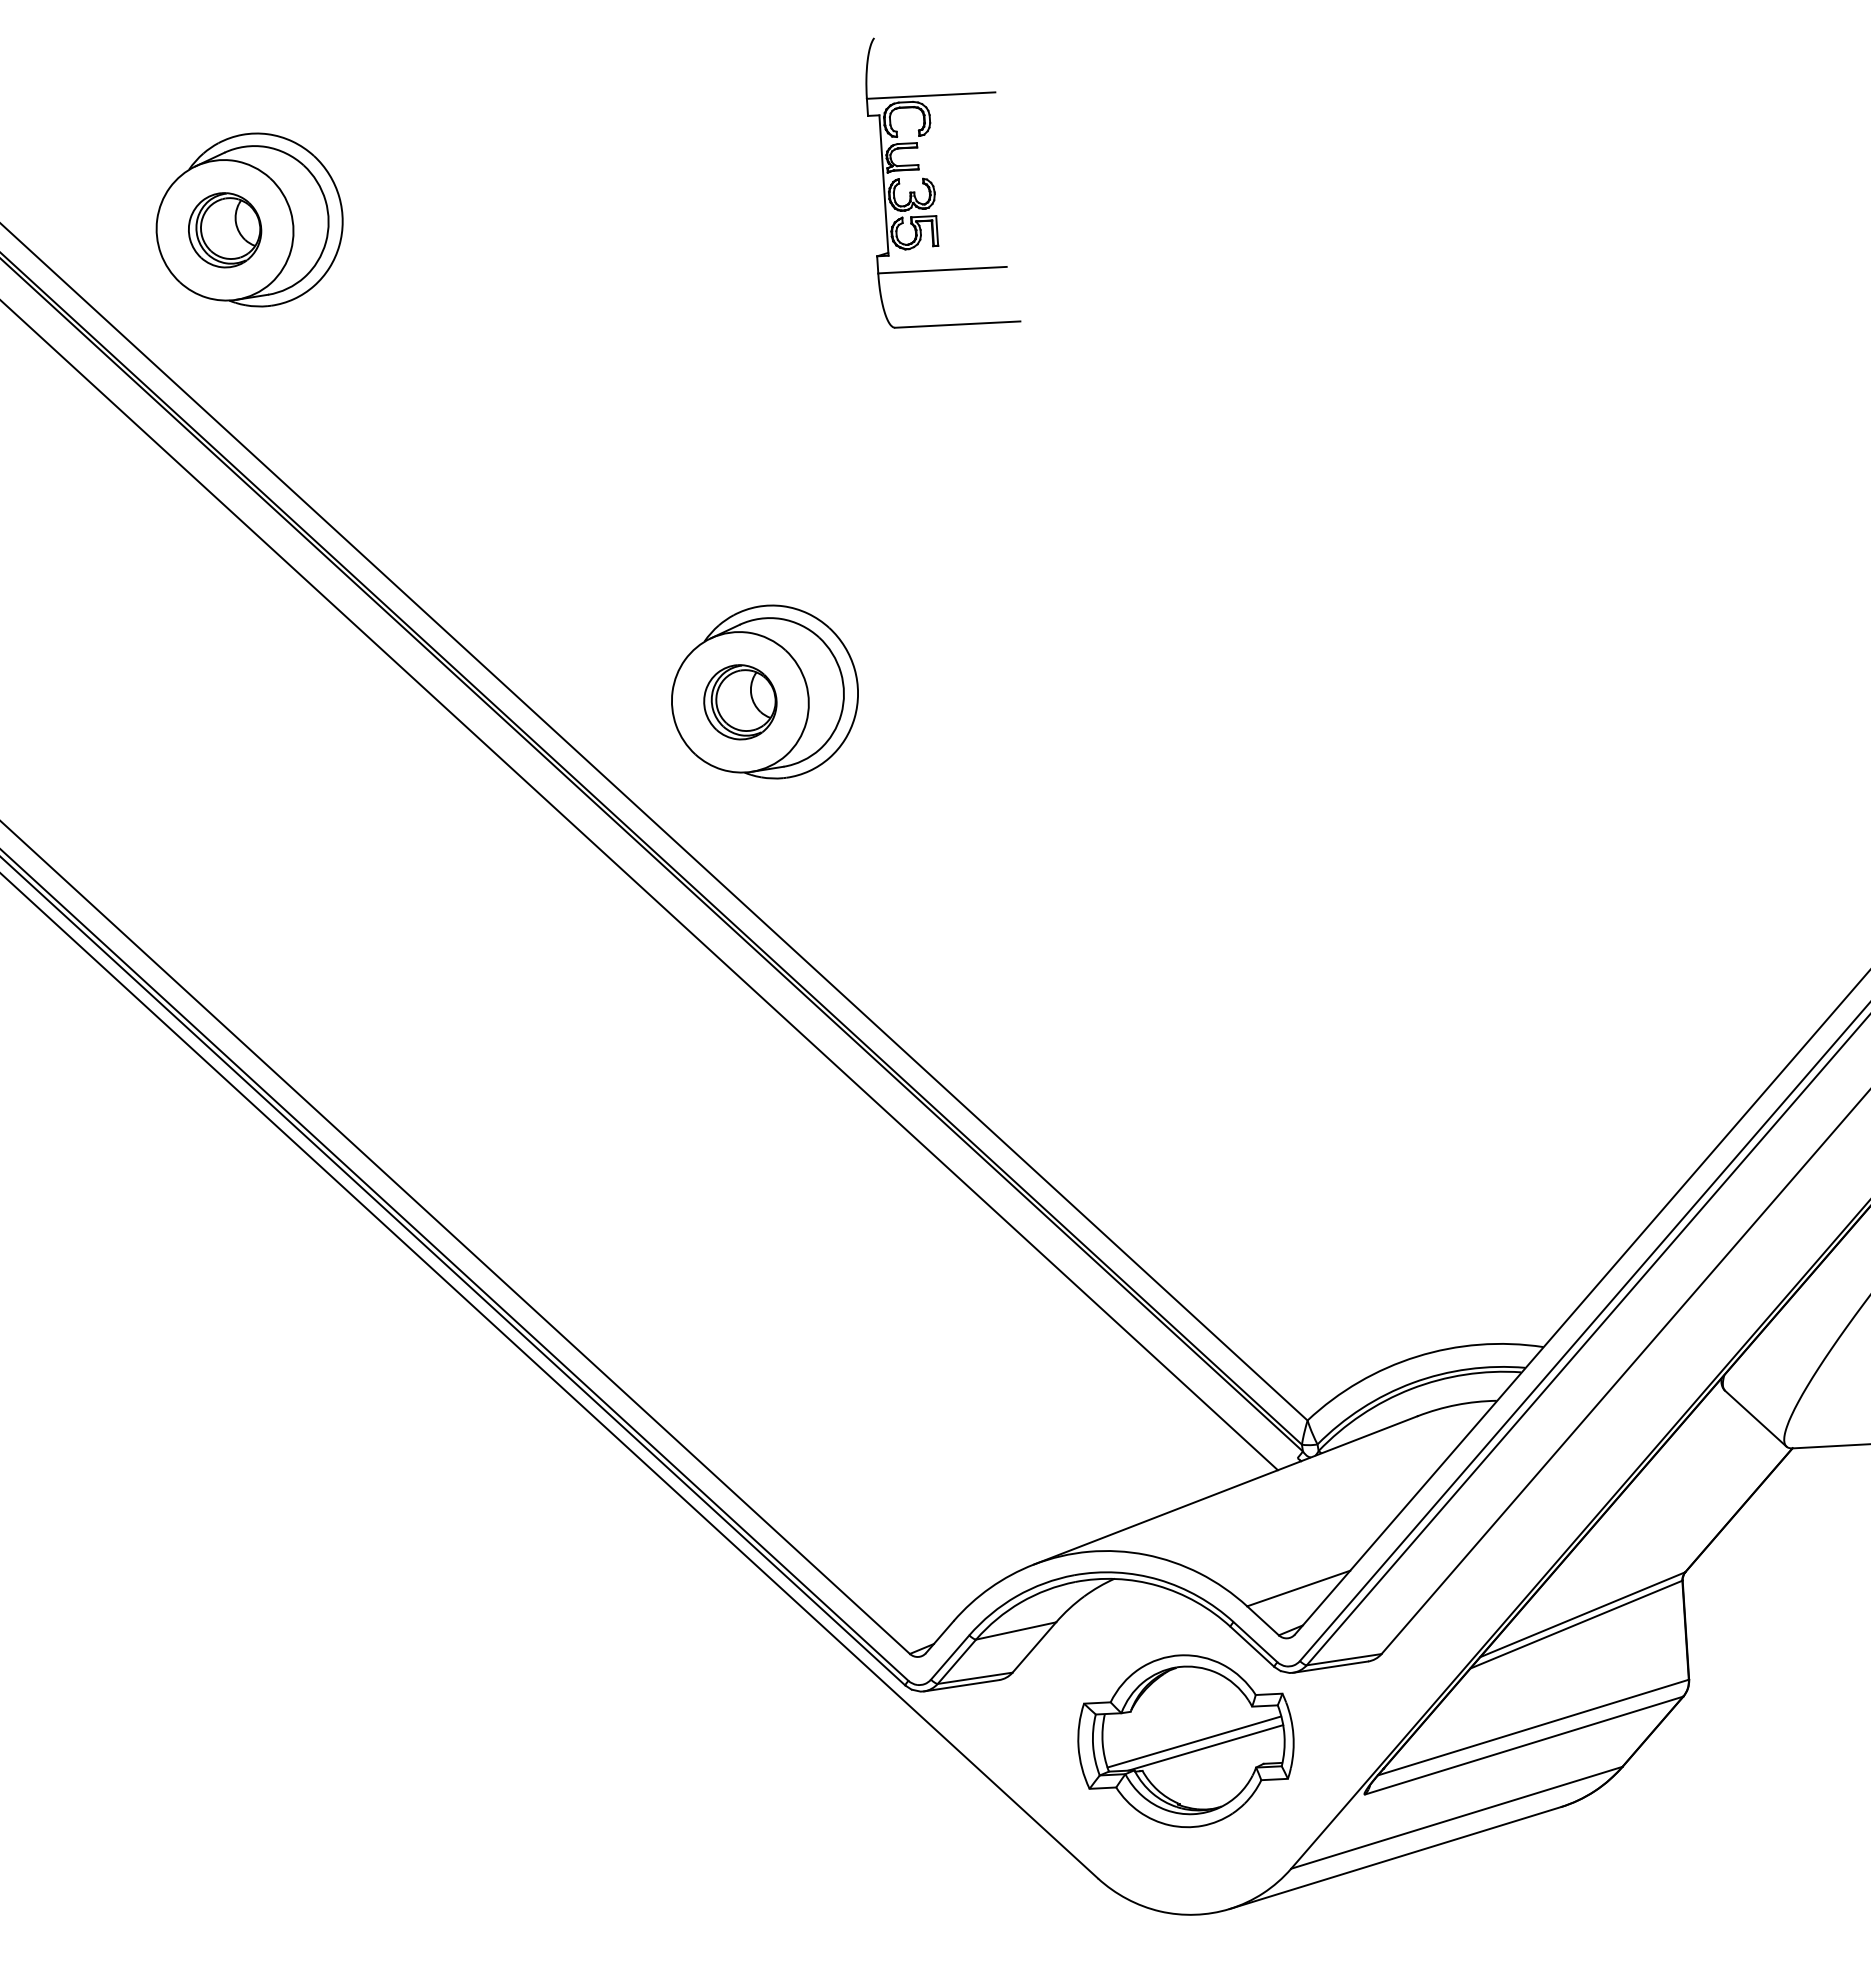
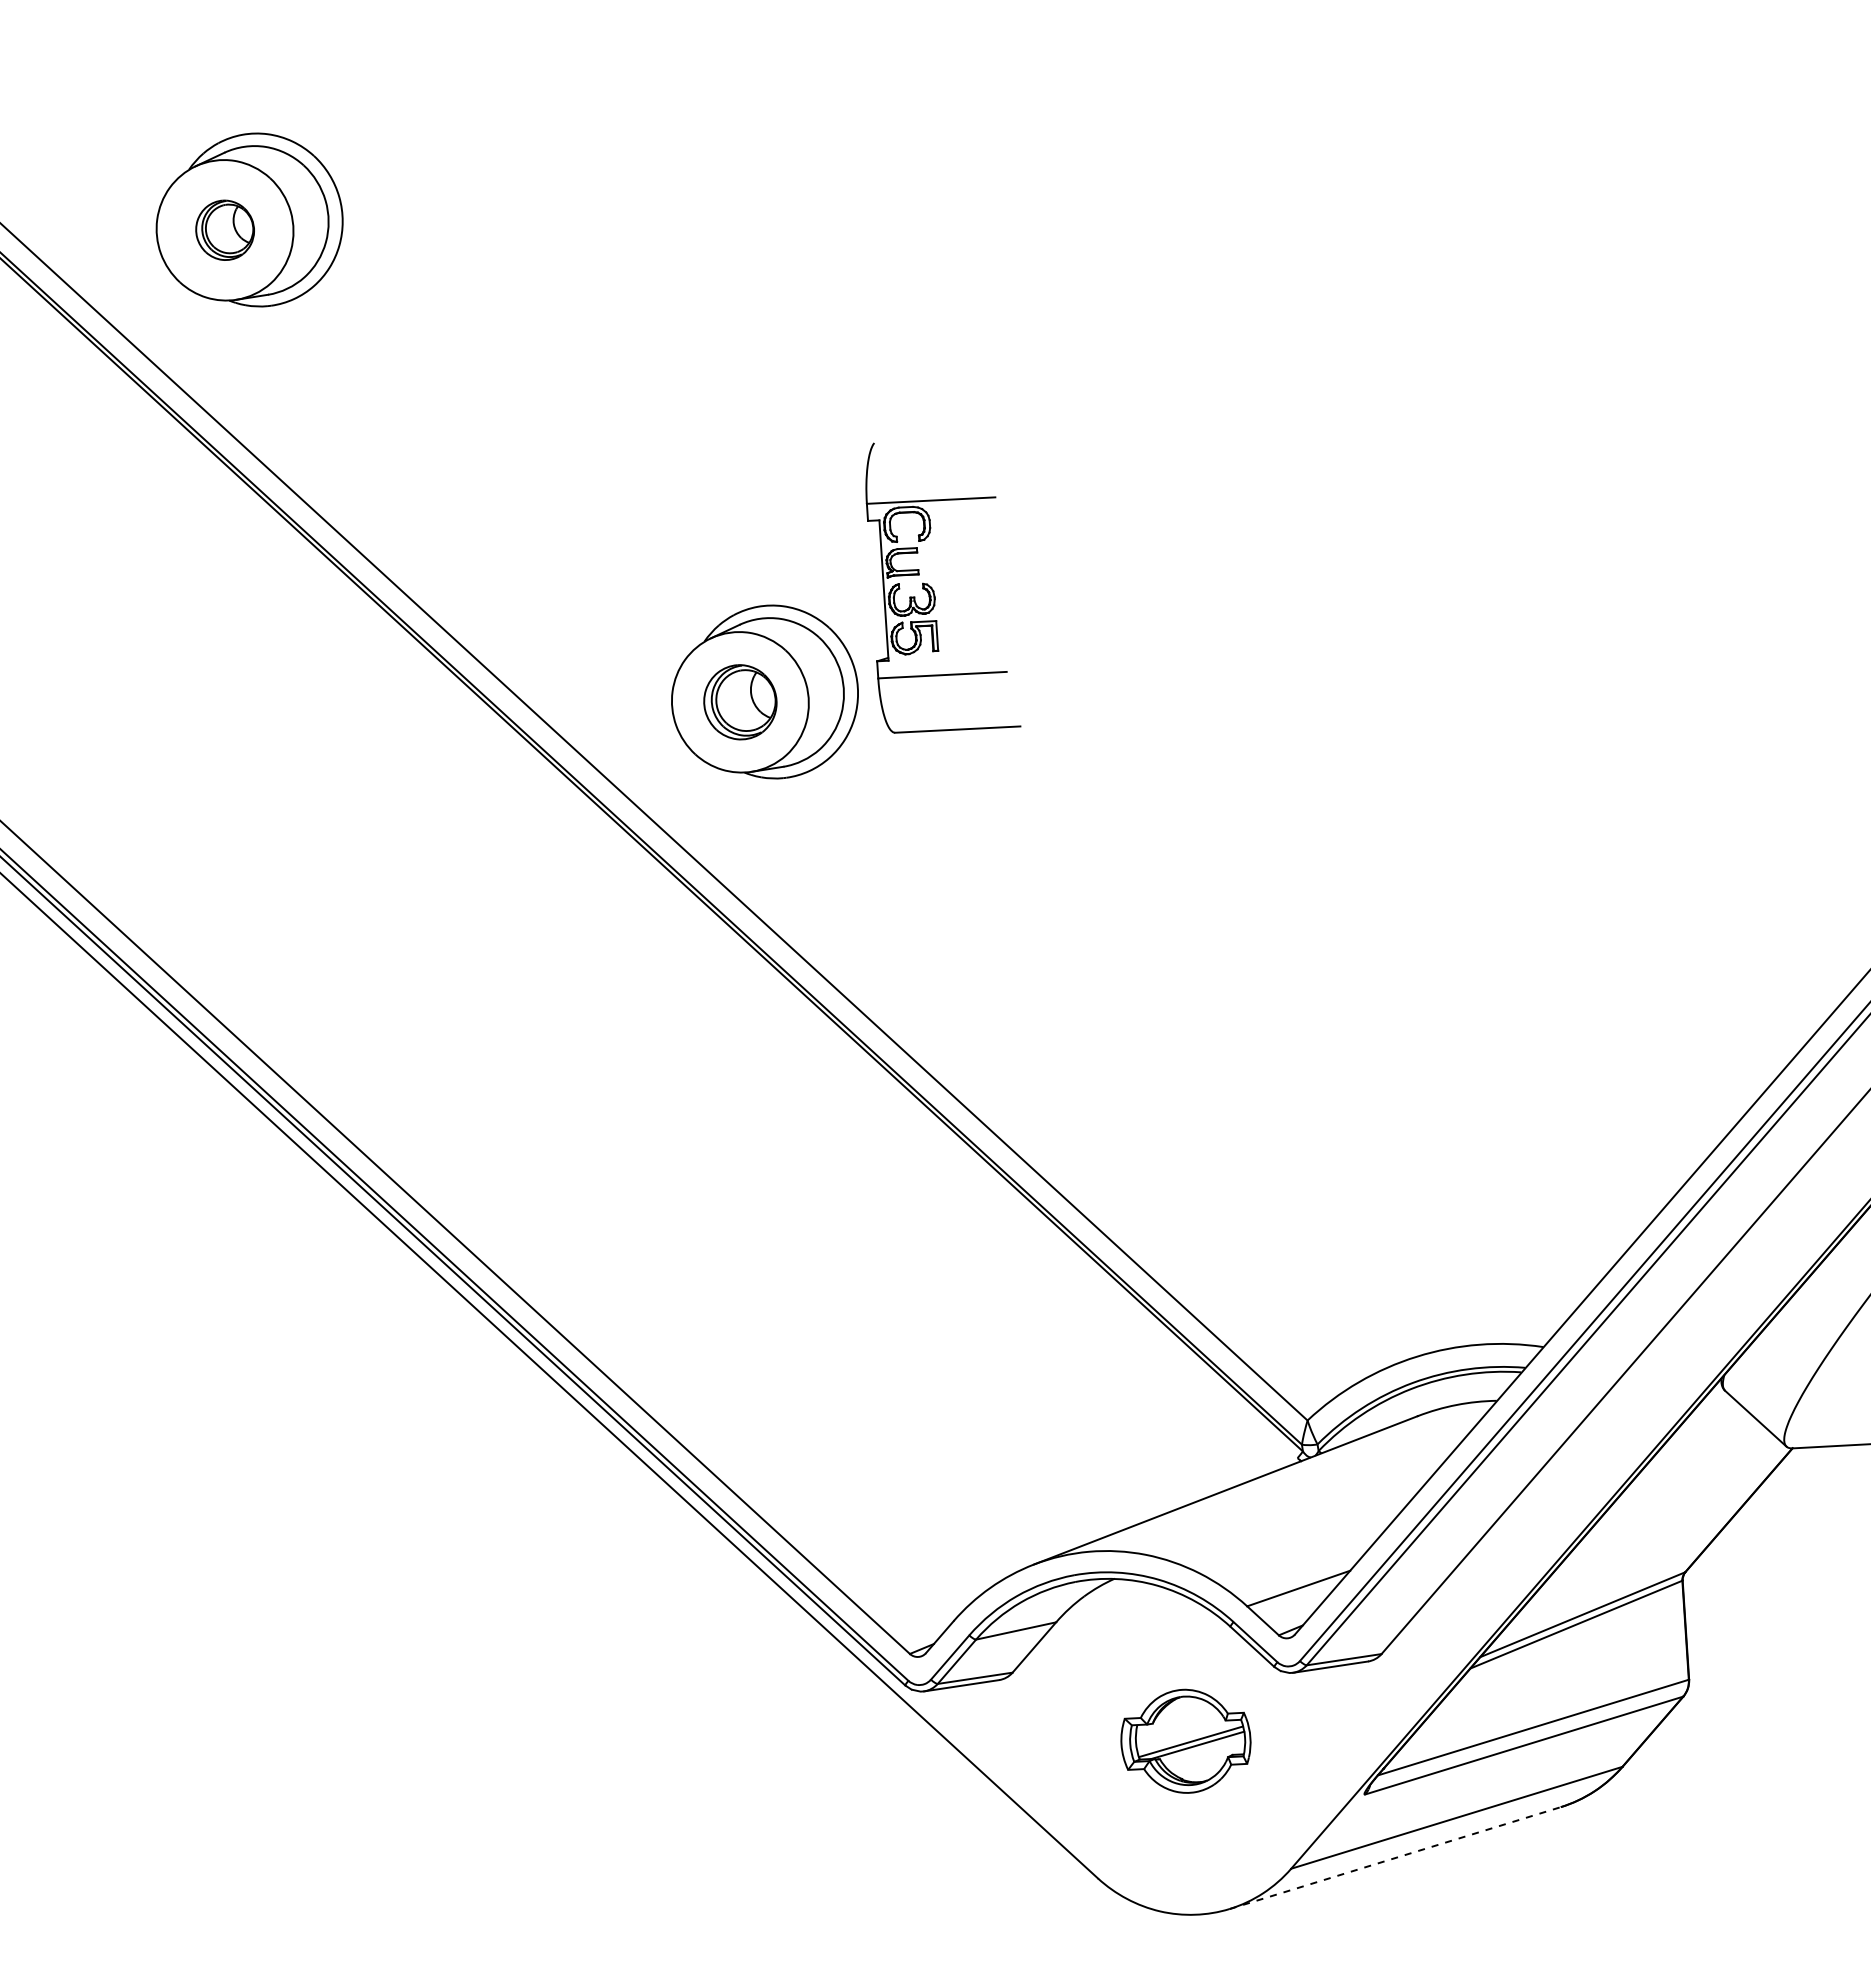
part at (934, 185) position: (934, 185) -> (934, 590)
part at (225, 230) size: 75x77 px -> 60x62 px
line at (639, 885): present -> none
part at (1185, 1741) size: 218x175 px -> 132x106 px
line at (1395, 1857): solid -> dashed
